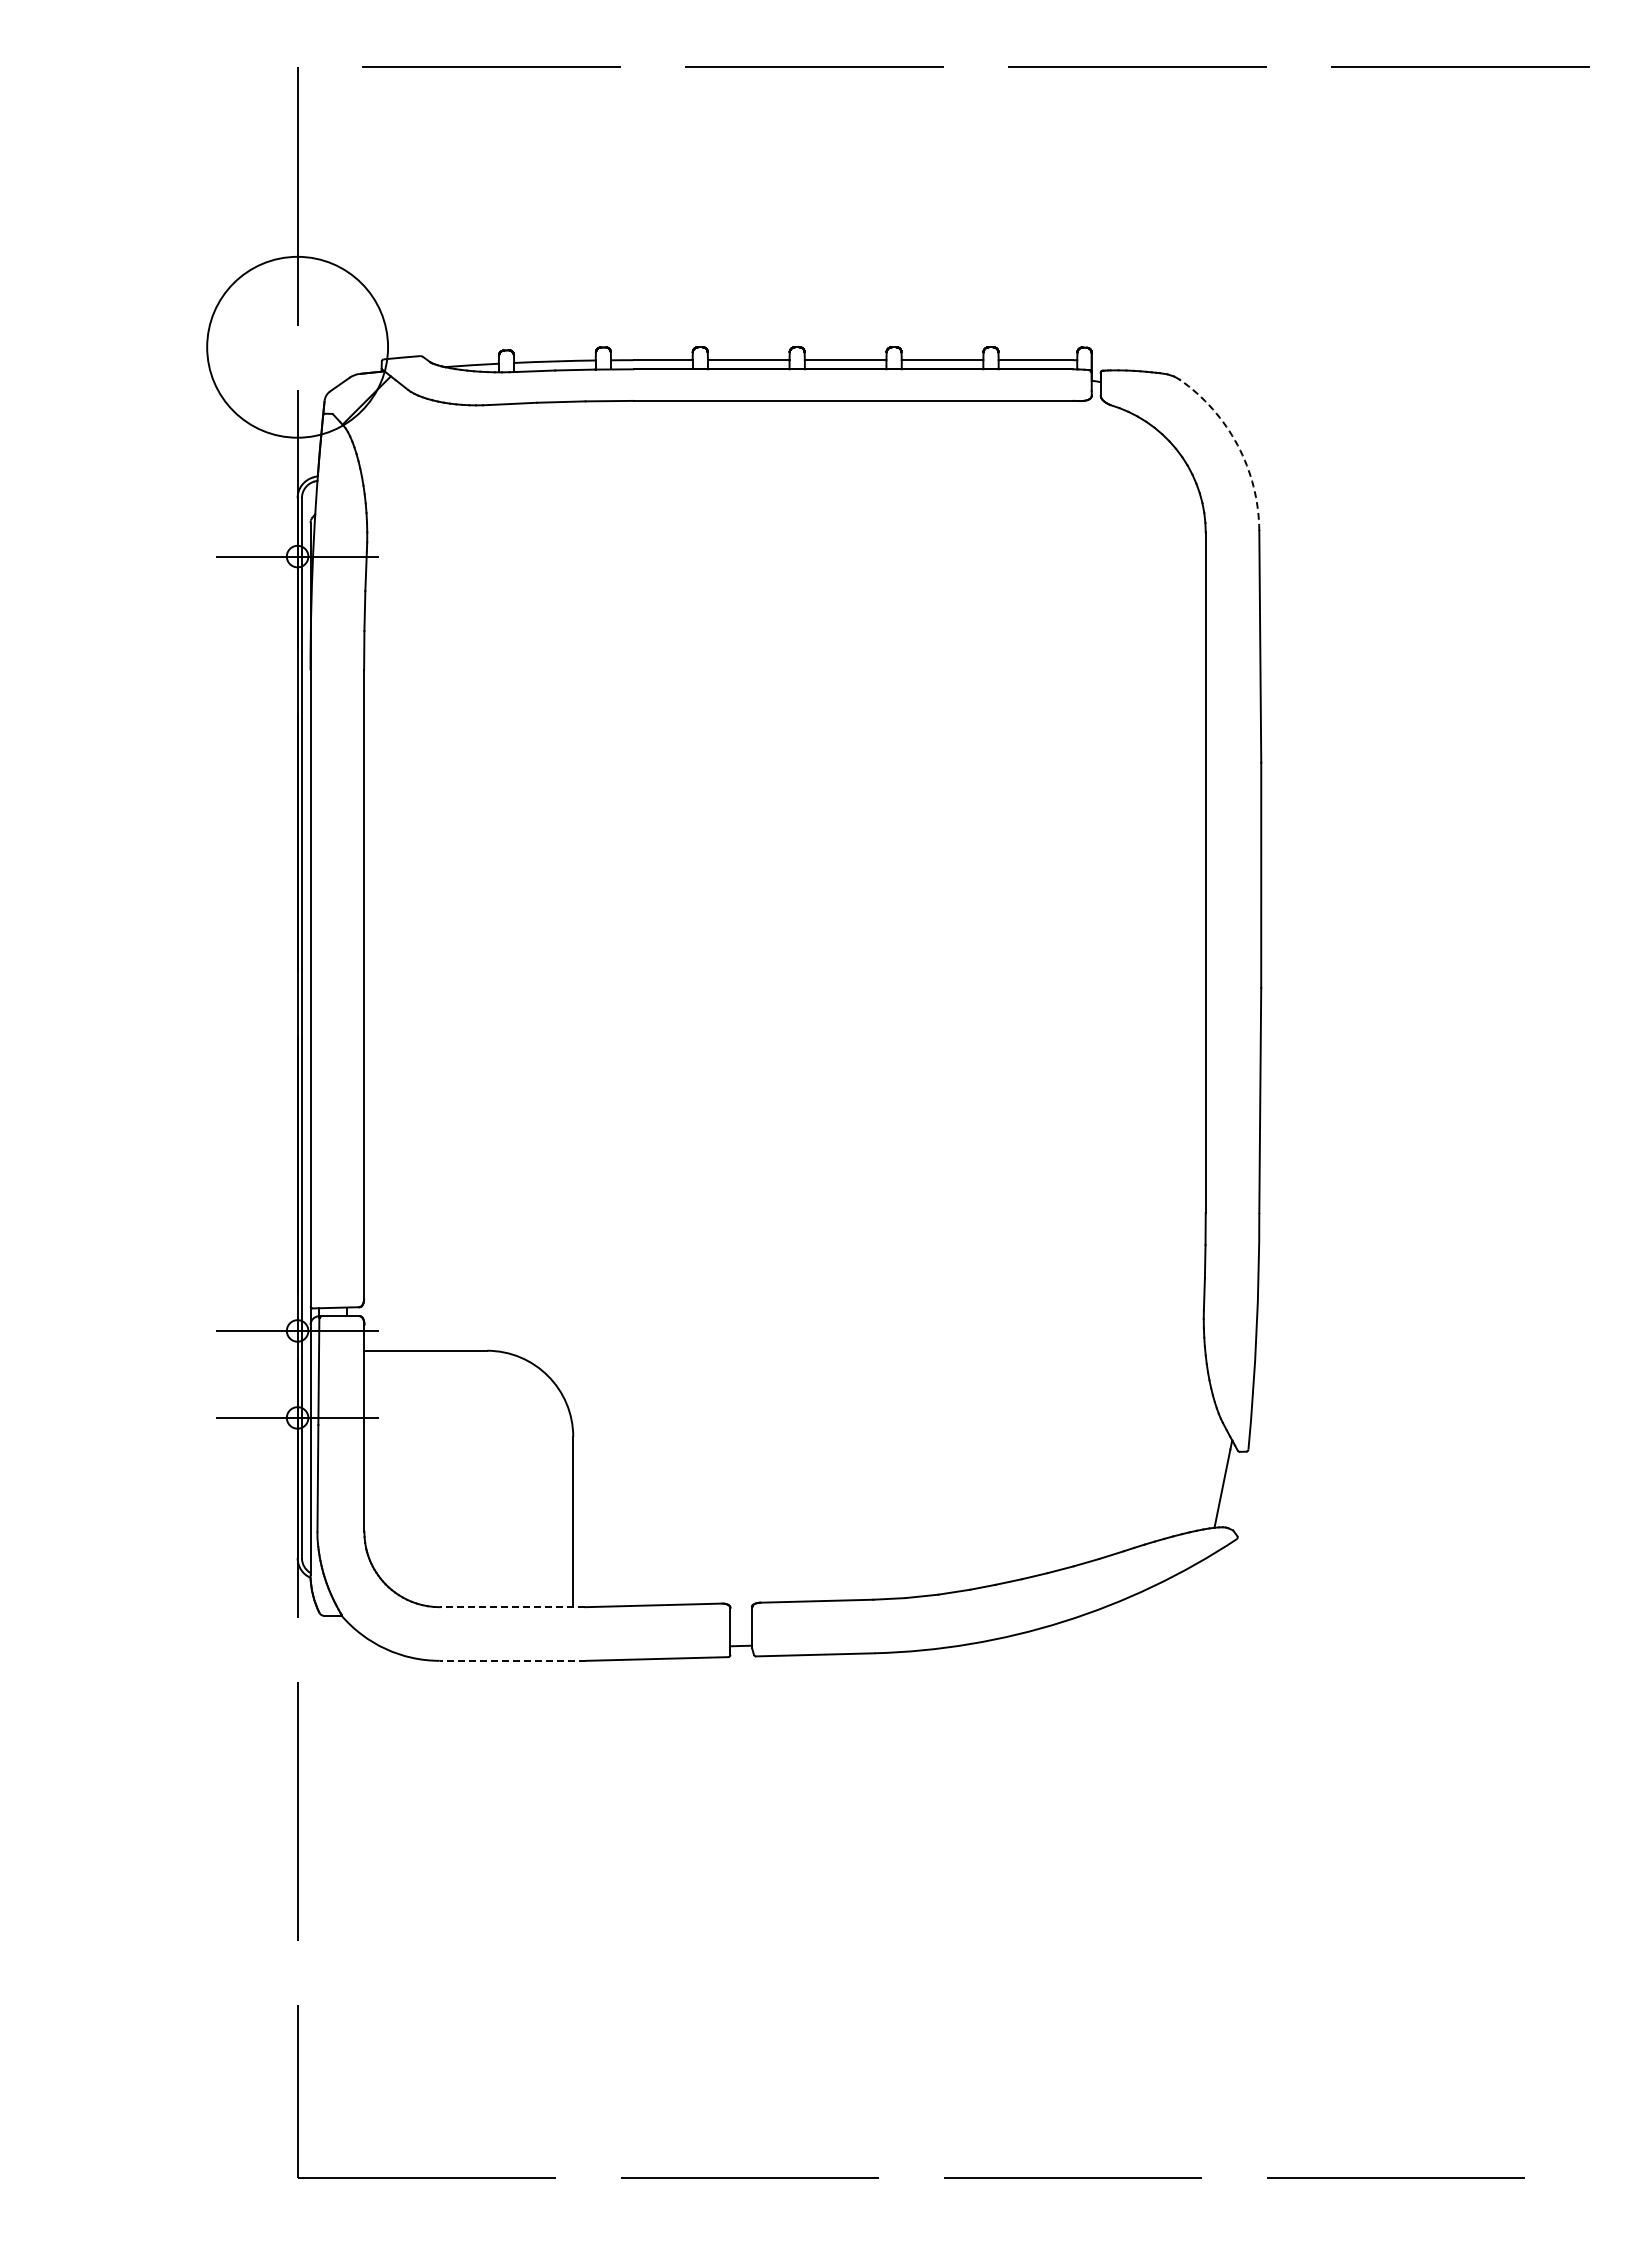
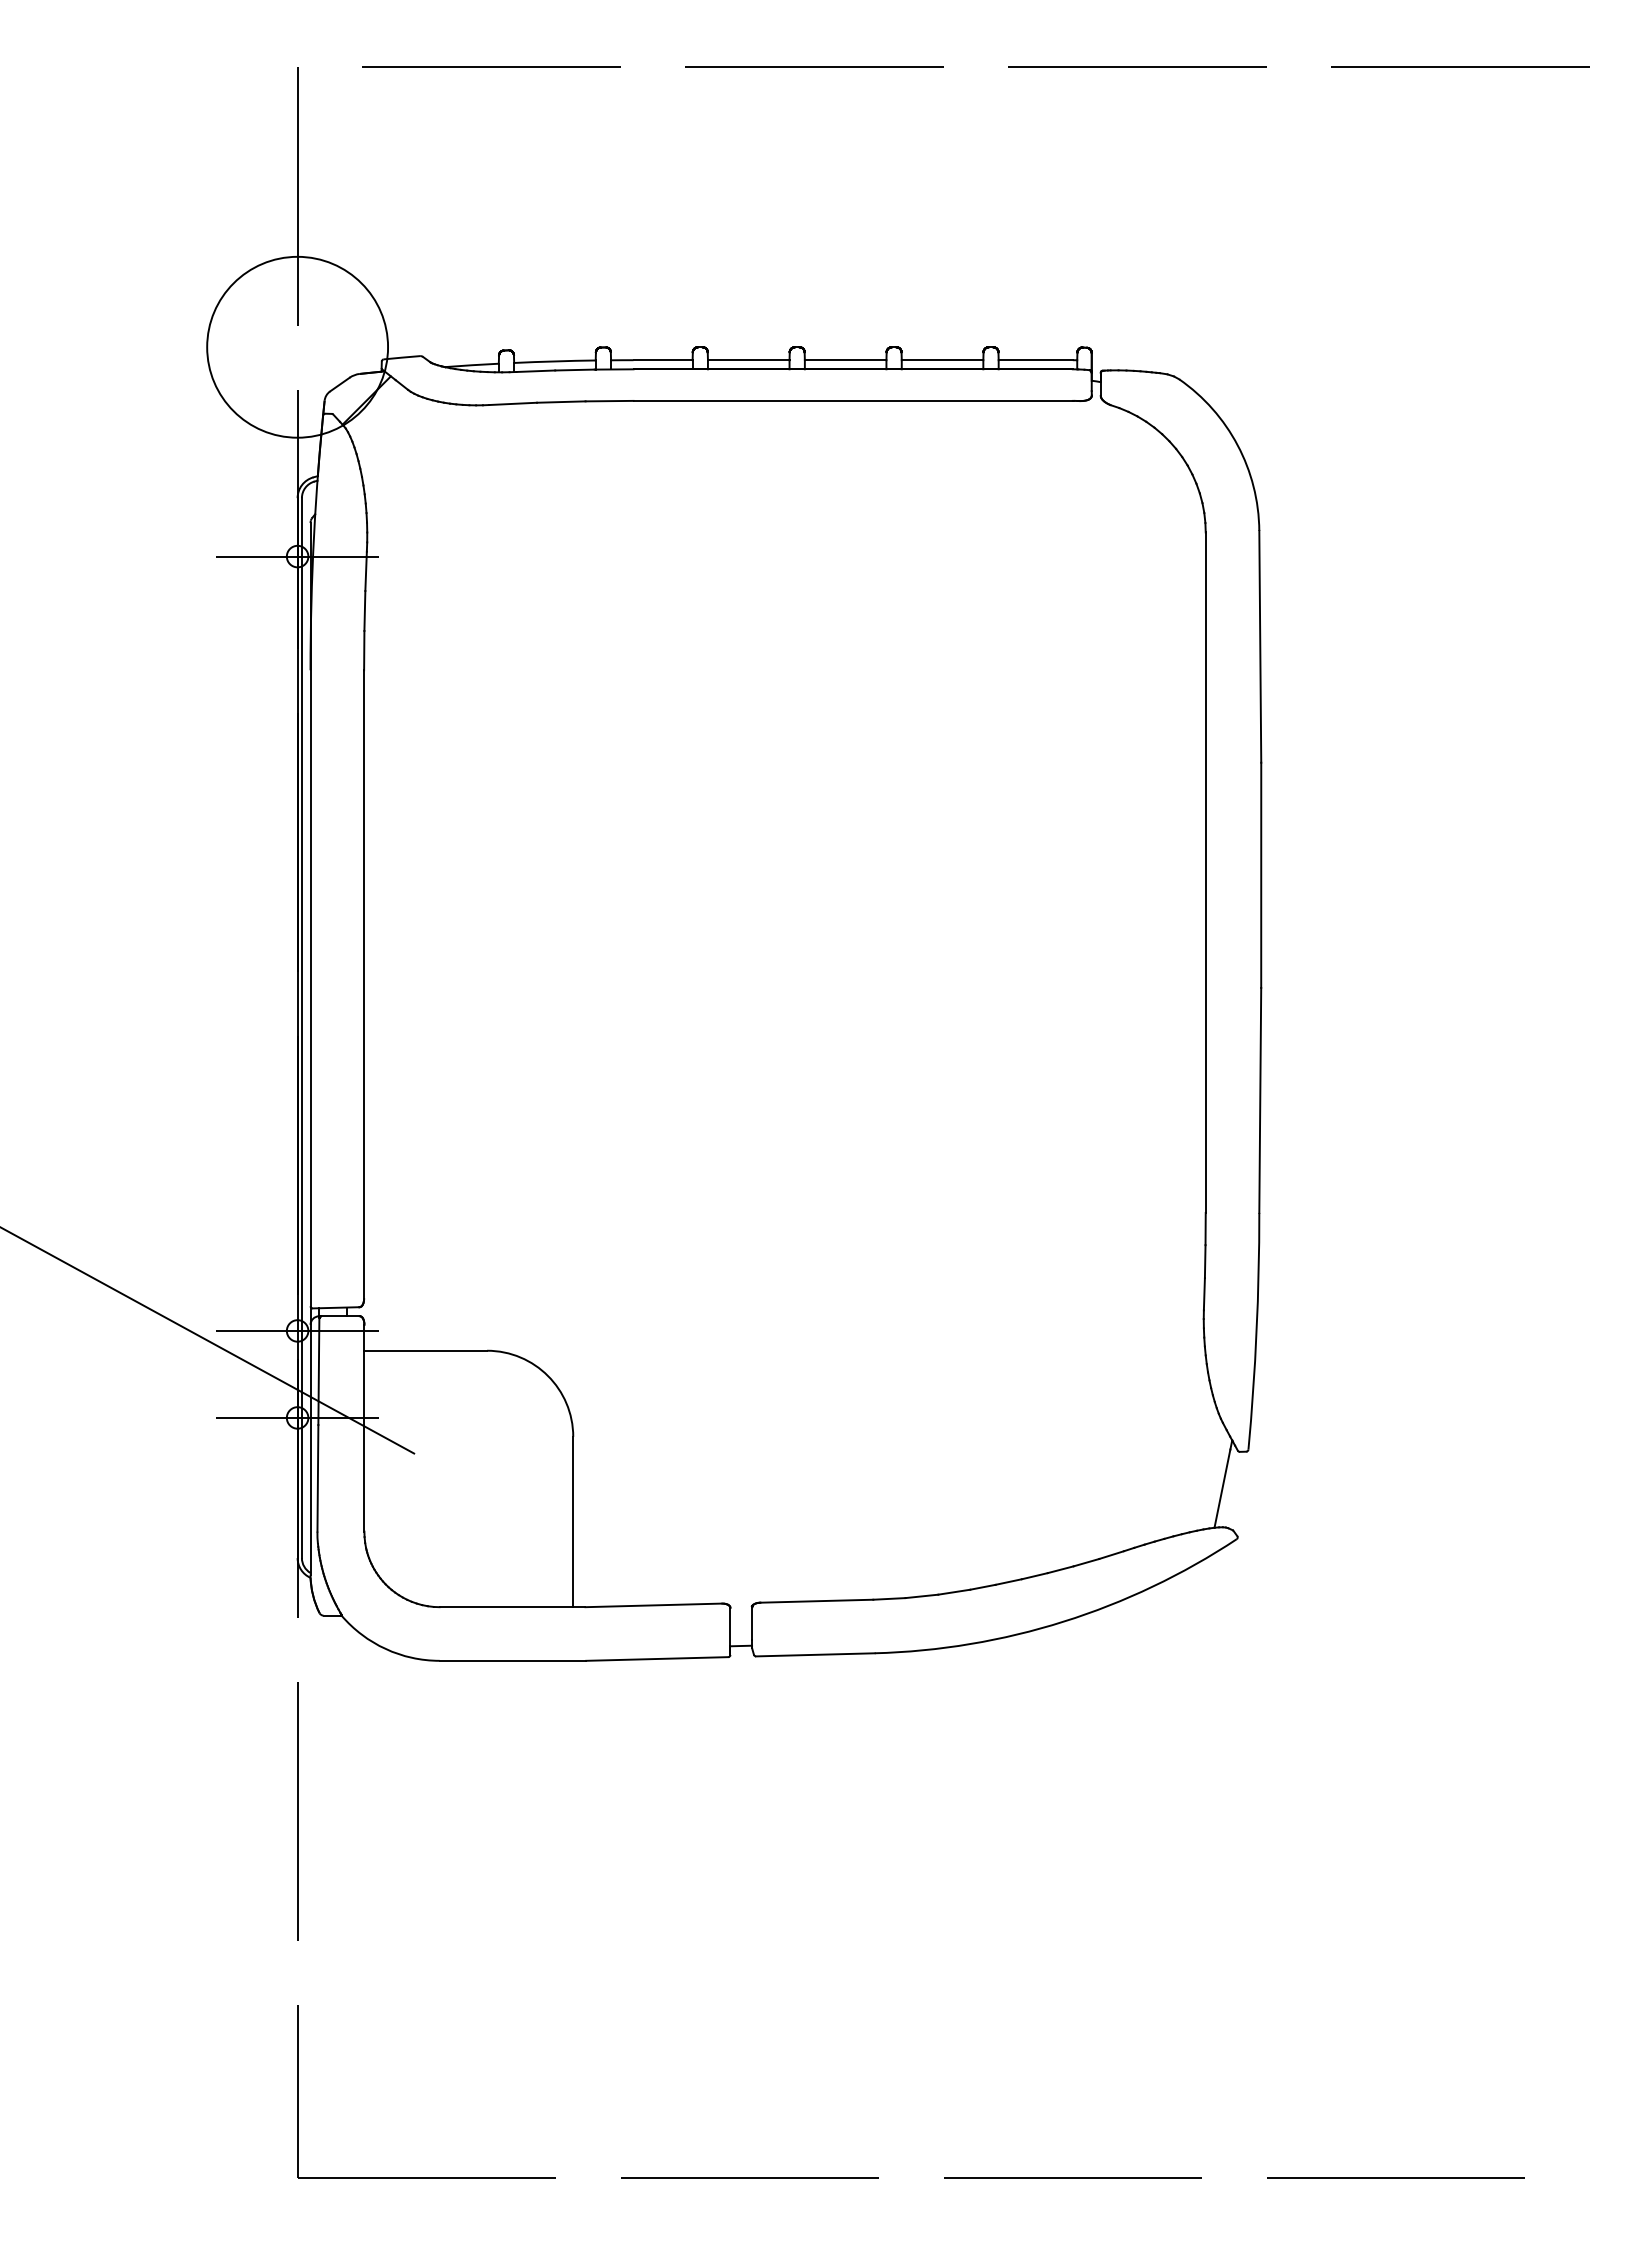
arc at (1237, 445): dashed -> solid
line at (208, 1340): none -> present
line at (512, 1607): dashed -> solid
line at (512, 1660): dashed -> solid
